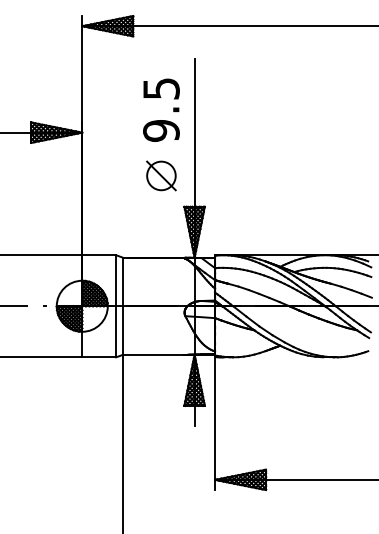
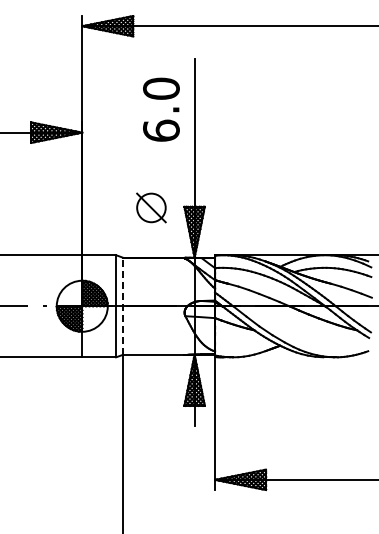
text at (161, 109): 9.5 -> 6.0
part at (161, 175) position: (161, 175) -> (151, 207)
line at (123, 306): solid -> dashed
